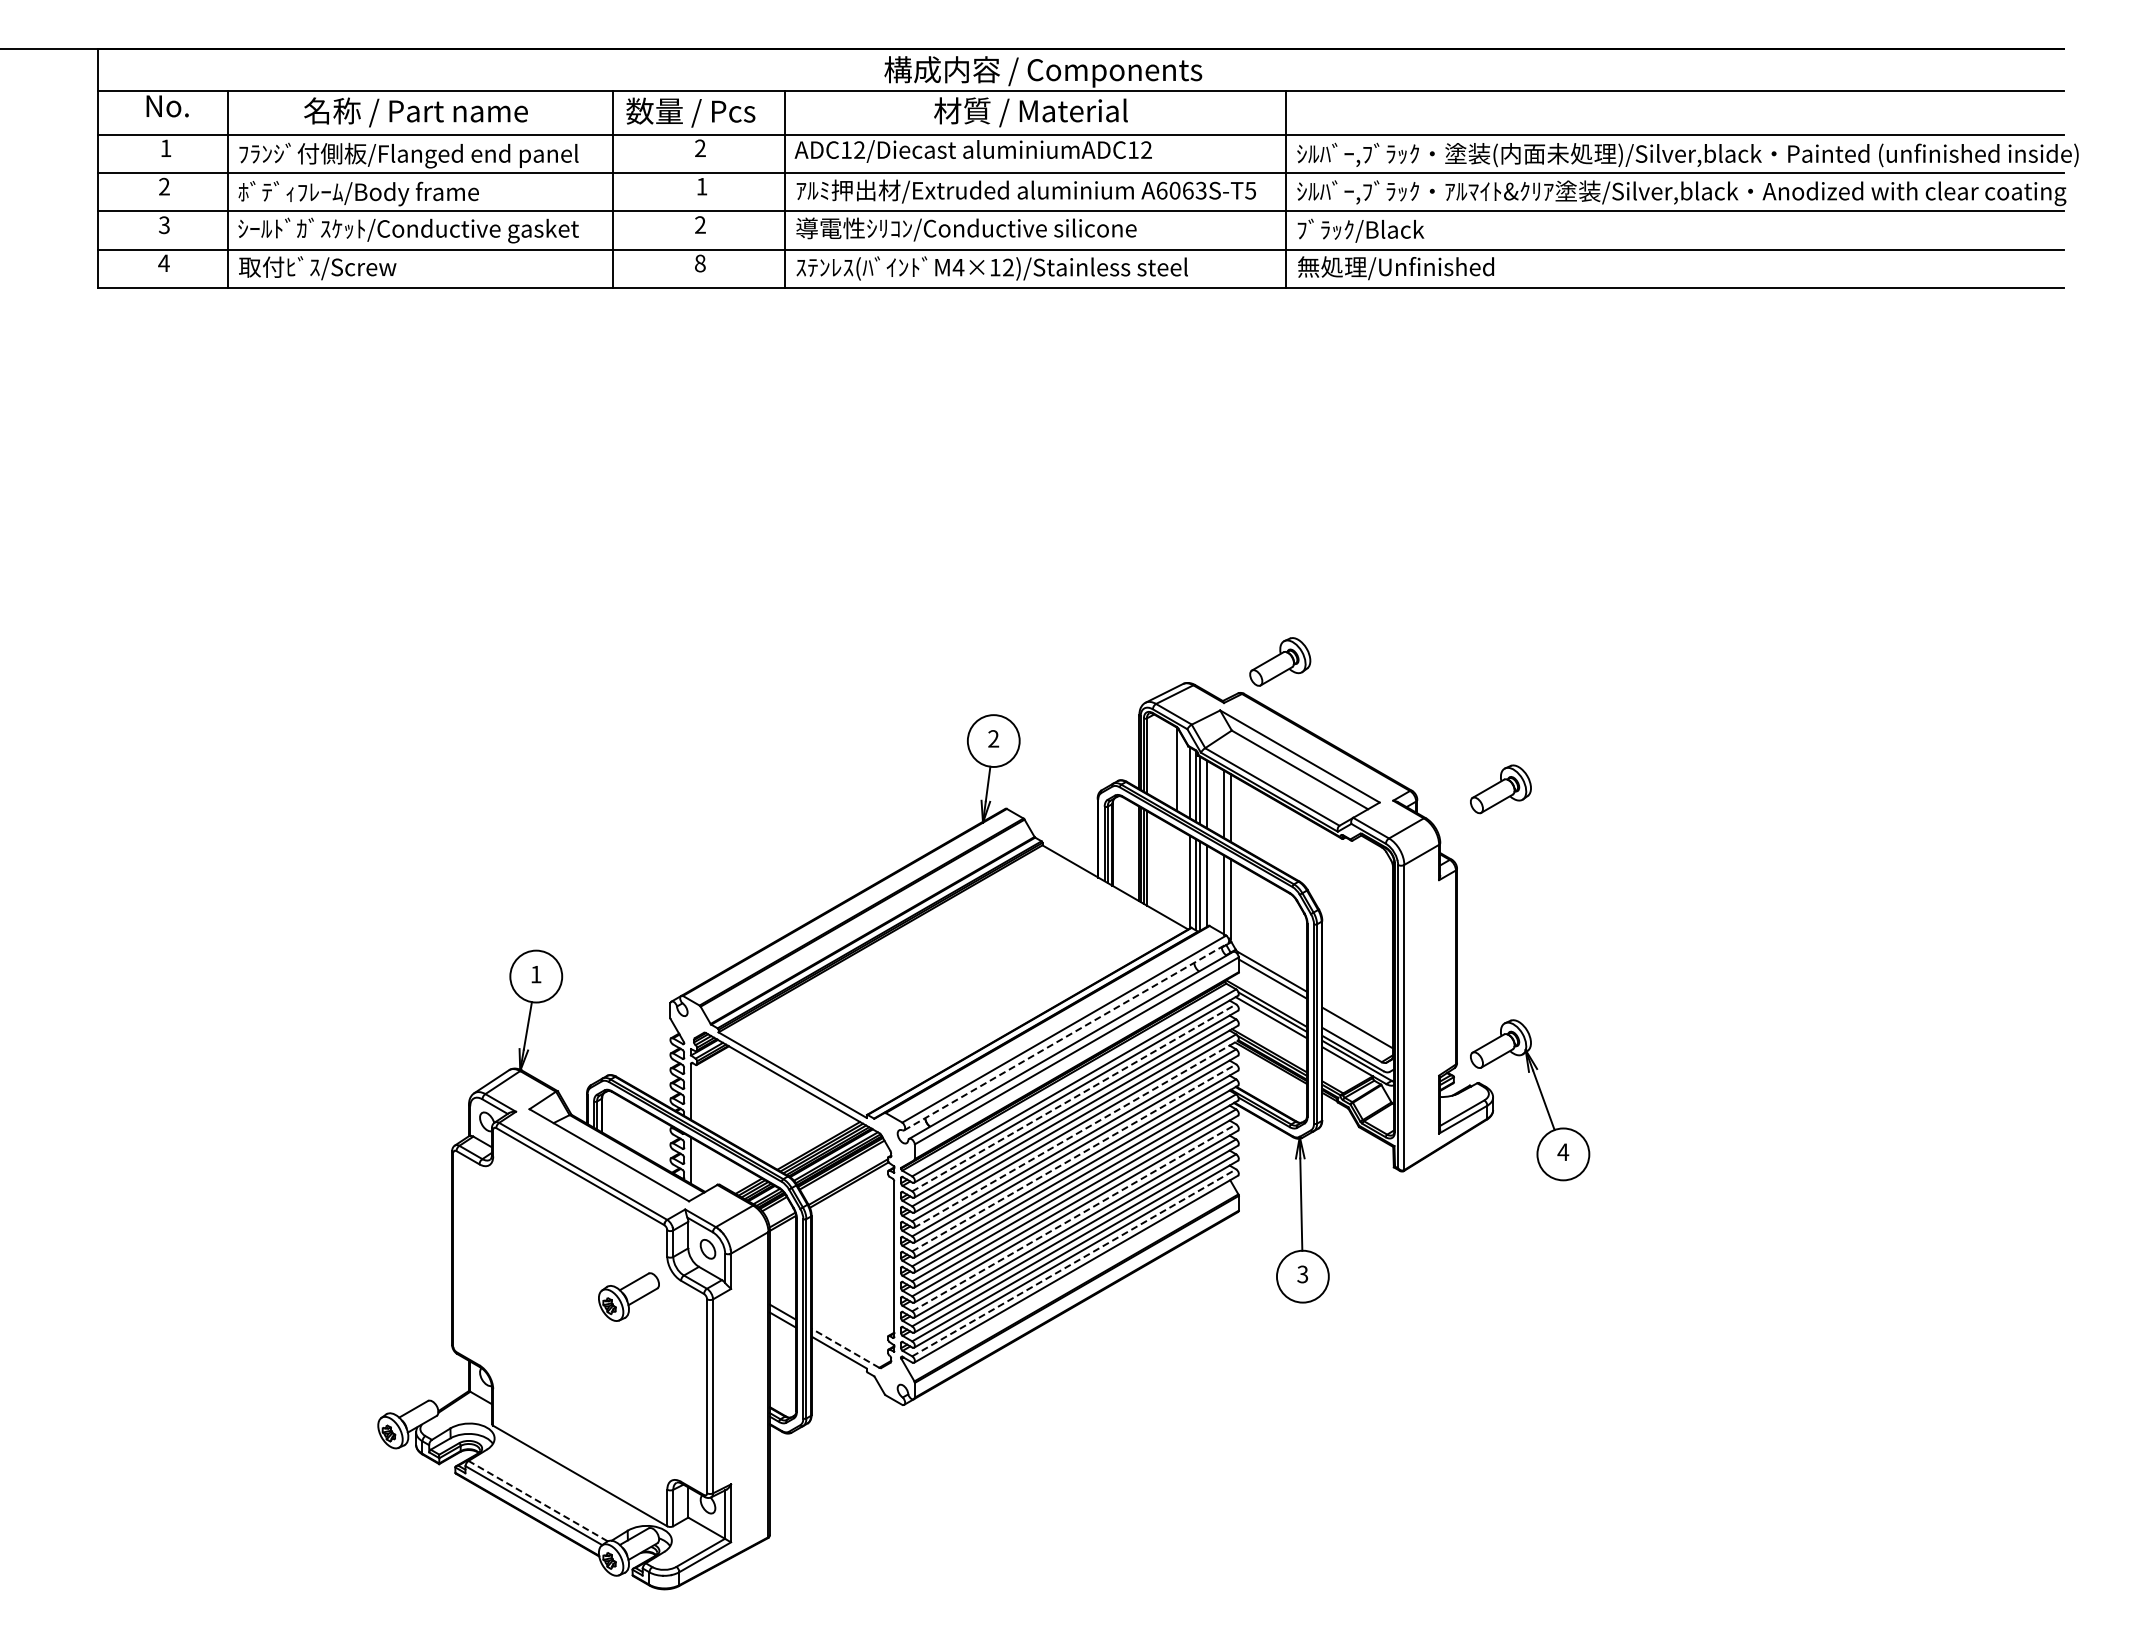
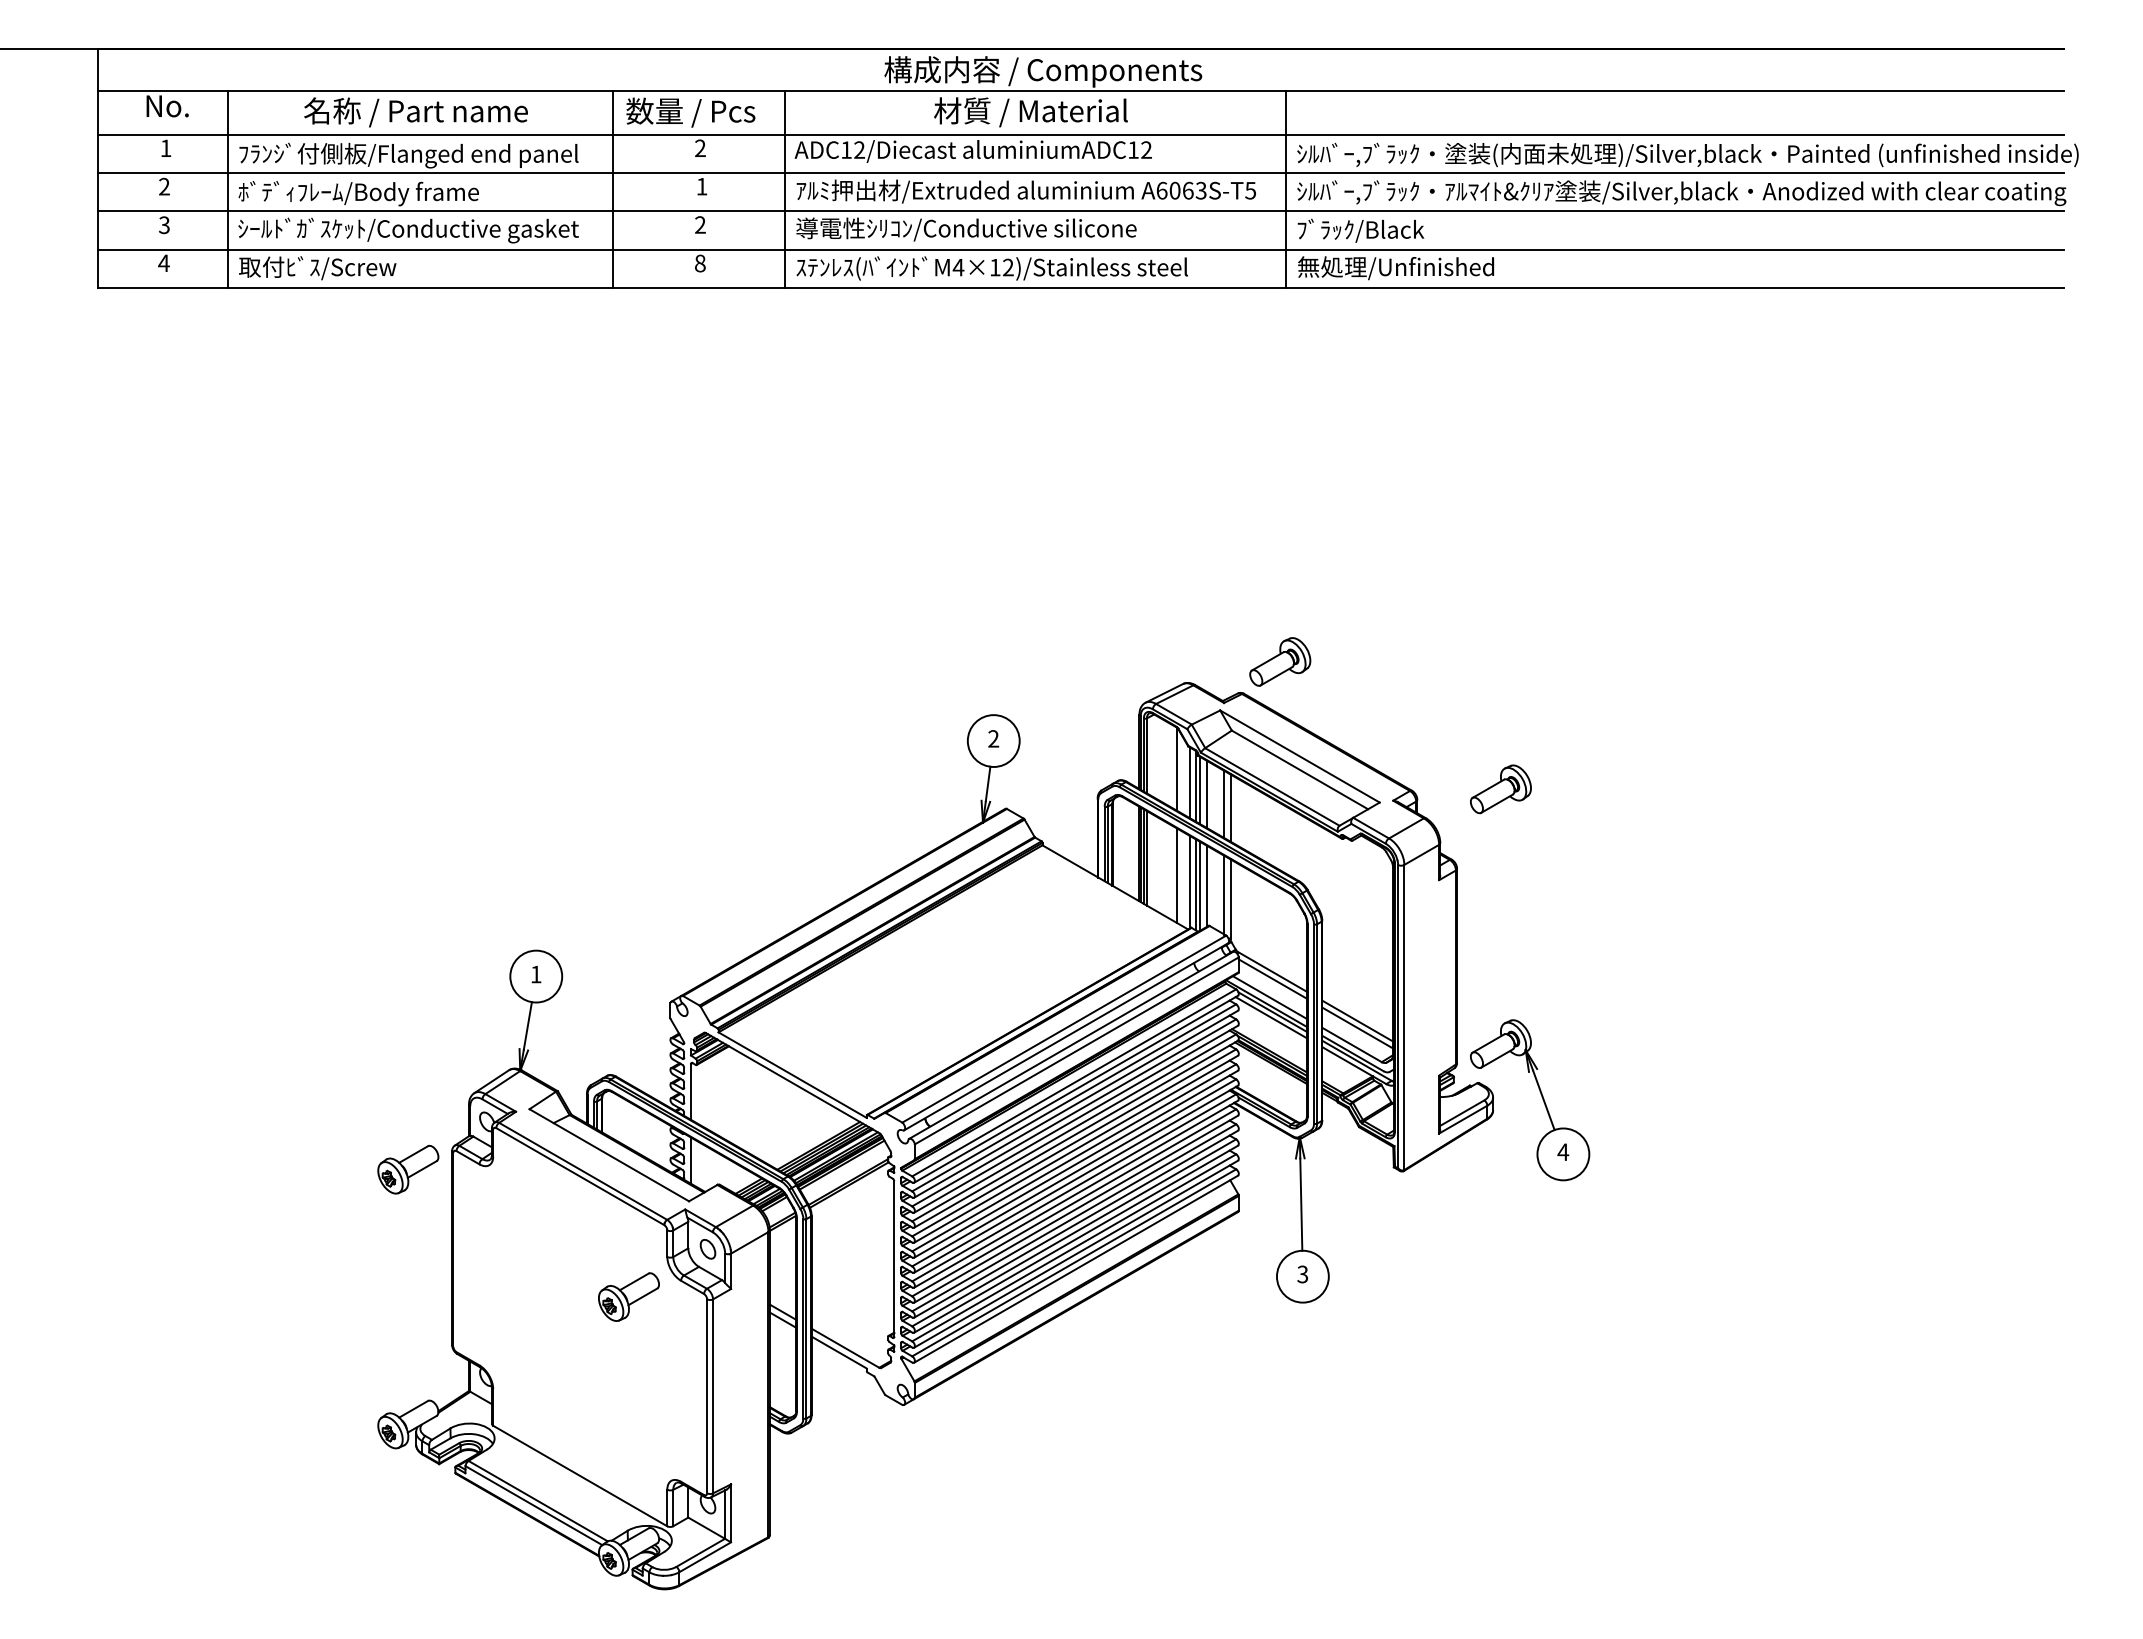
line at (1176, 875): none -> present
line at (1269, 997): none -> present
line at (1357, 1020): none -> present
line at (1066, 1036): dashed -> solid
line at (1074, 1097): dashed -> solid
line at (1076, 1134): dashed -> solid
line at (1074, 1157): dashed -> solid
part at (408, 1169): none -> present
line at (1074, 1217): dashed -> solid
line at (1074, 1262): dashed -> solid
line at (845, 1348): dashed -> solid
line at (537, 1500): dashed -> solid
